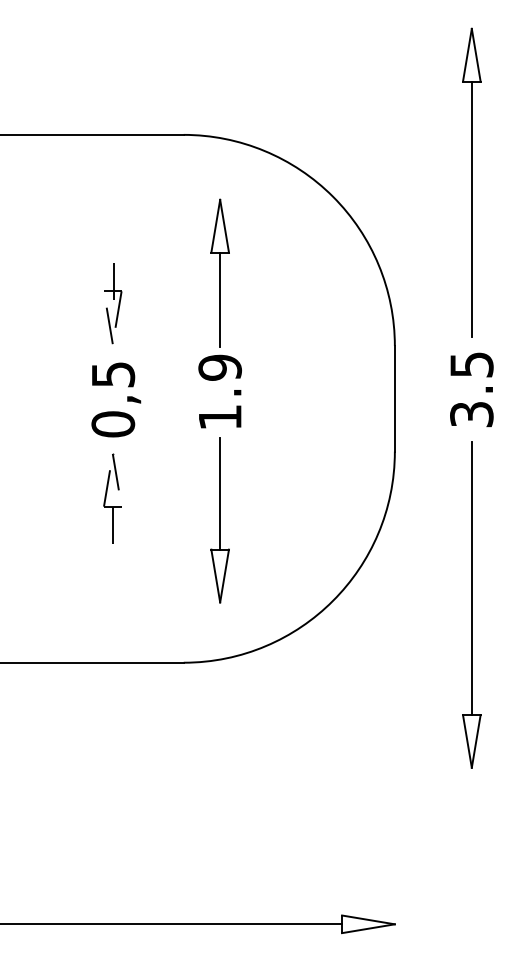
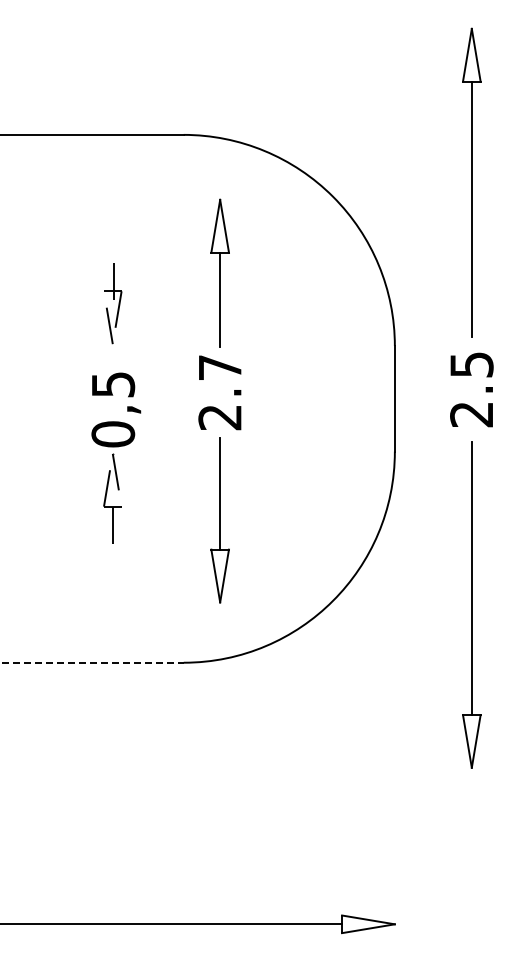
text at (220, 392): 1.9 -> 2.7
text at (116, 399) position: (116, 399) -> (116, 409)
text at (471, 414): 3.5 -> 2.5
line at (91, 662): solid -> dashed
